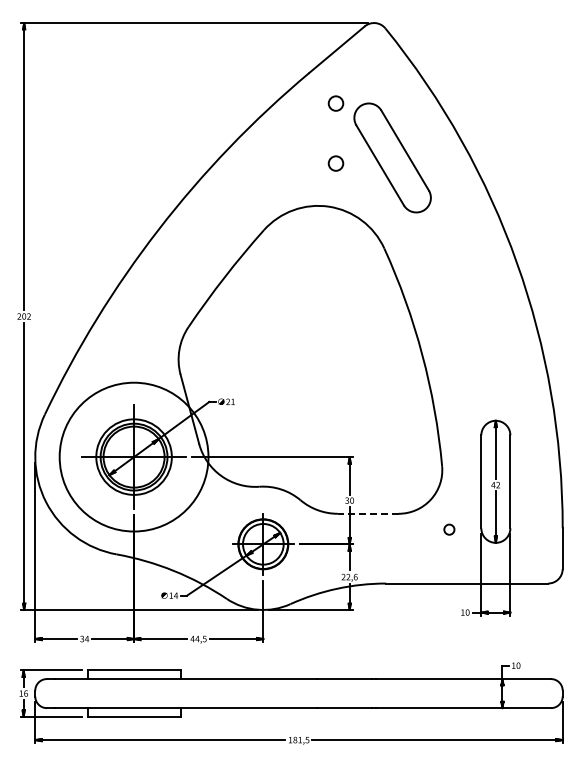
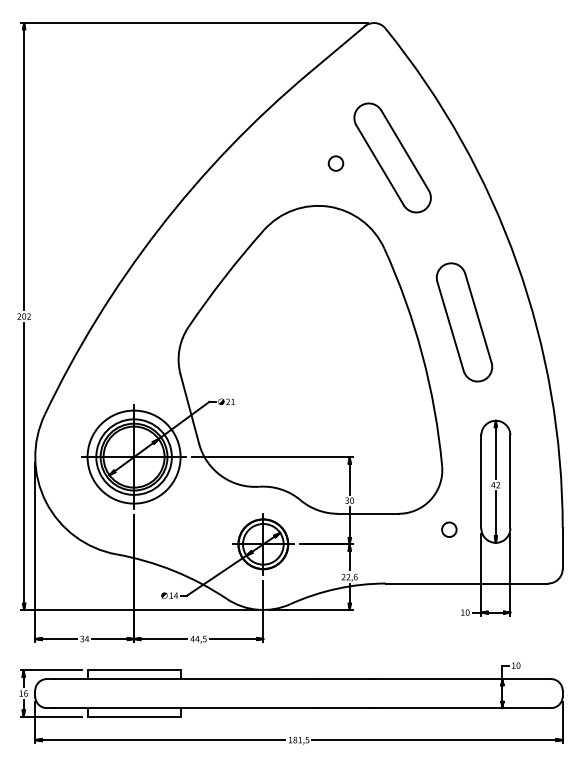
circle at (335, 103): present -> none
part at (464, 322): none -> present
circle at (133, 456) diameter: 149 px -> 93 px
line at (367, 513): dashed -> solid
circle at (449, 529) size: 13x13 px -> 17x17 px
